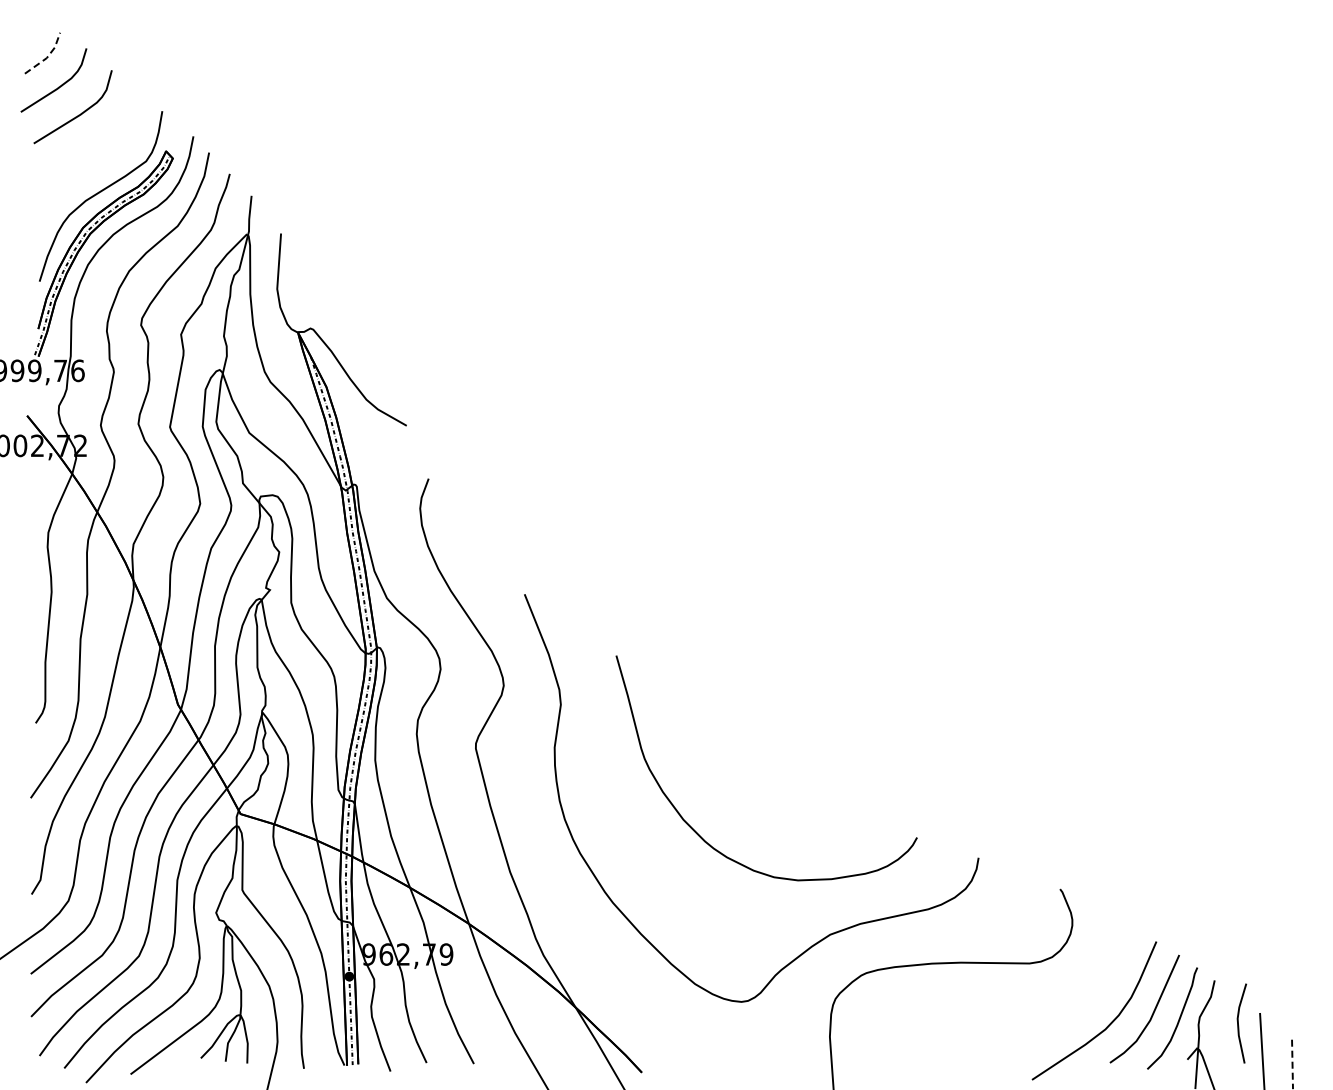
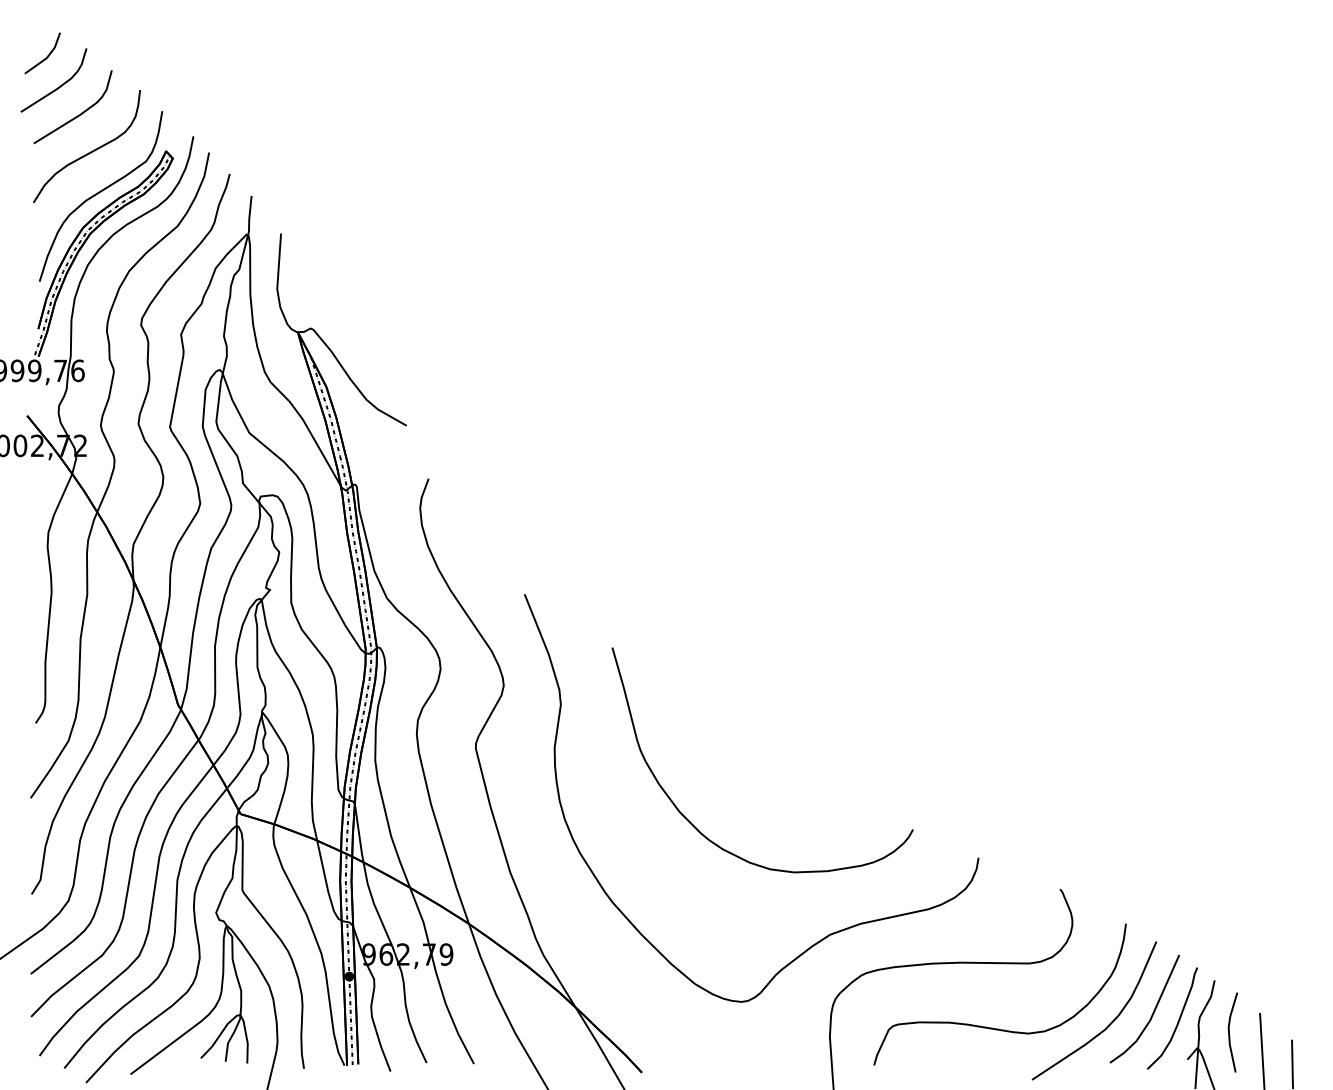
line at (47, 56): dashed -> solid
curve at (88, 152): none -> present
curve at (699, 834) position: (699, 834) -> (695, 826)
line at (1238, 1023) position: (1238, 1023) -> (1229, 1032)
curve at (992, 1027): none -> present
line at (1292, 1064): dashed -> solid
